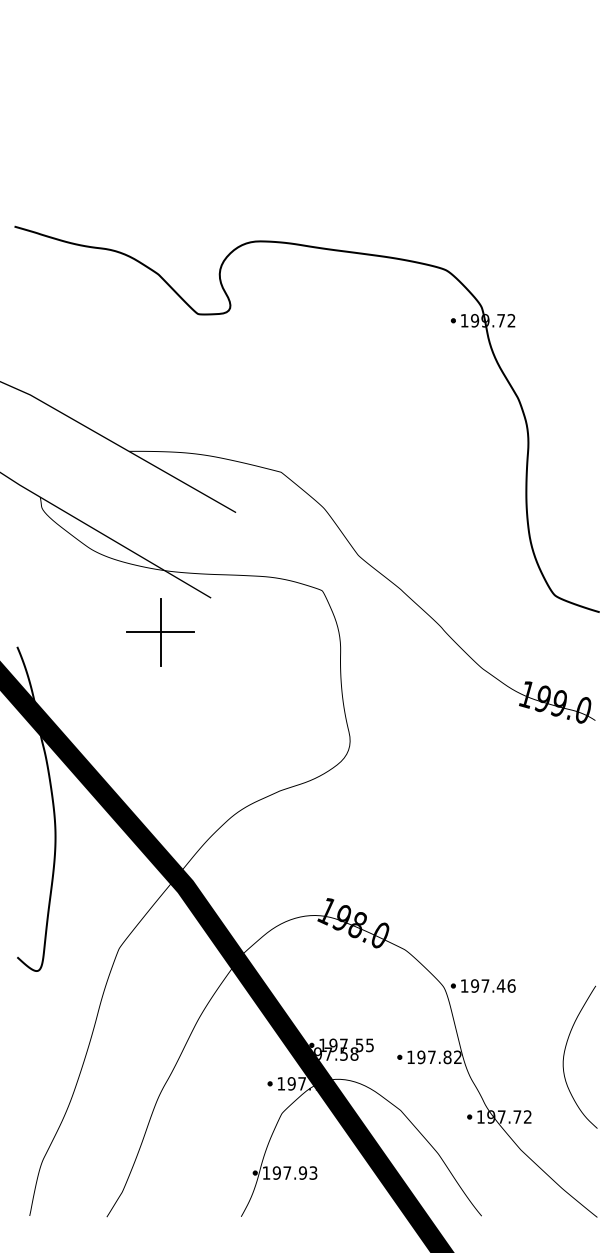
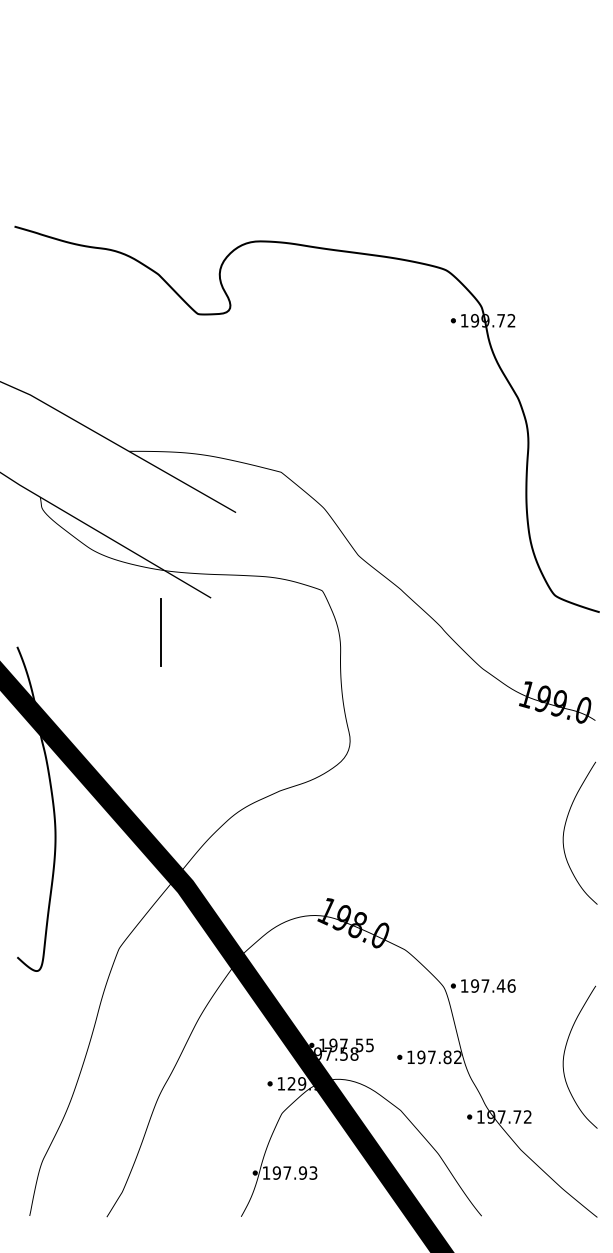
line at (160, 632): present -> none
curve at (564, 832): none -> present
text at (301, 1083): 197.75 -> 129.93
